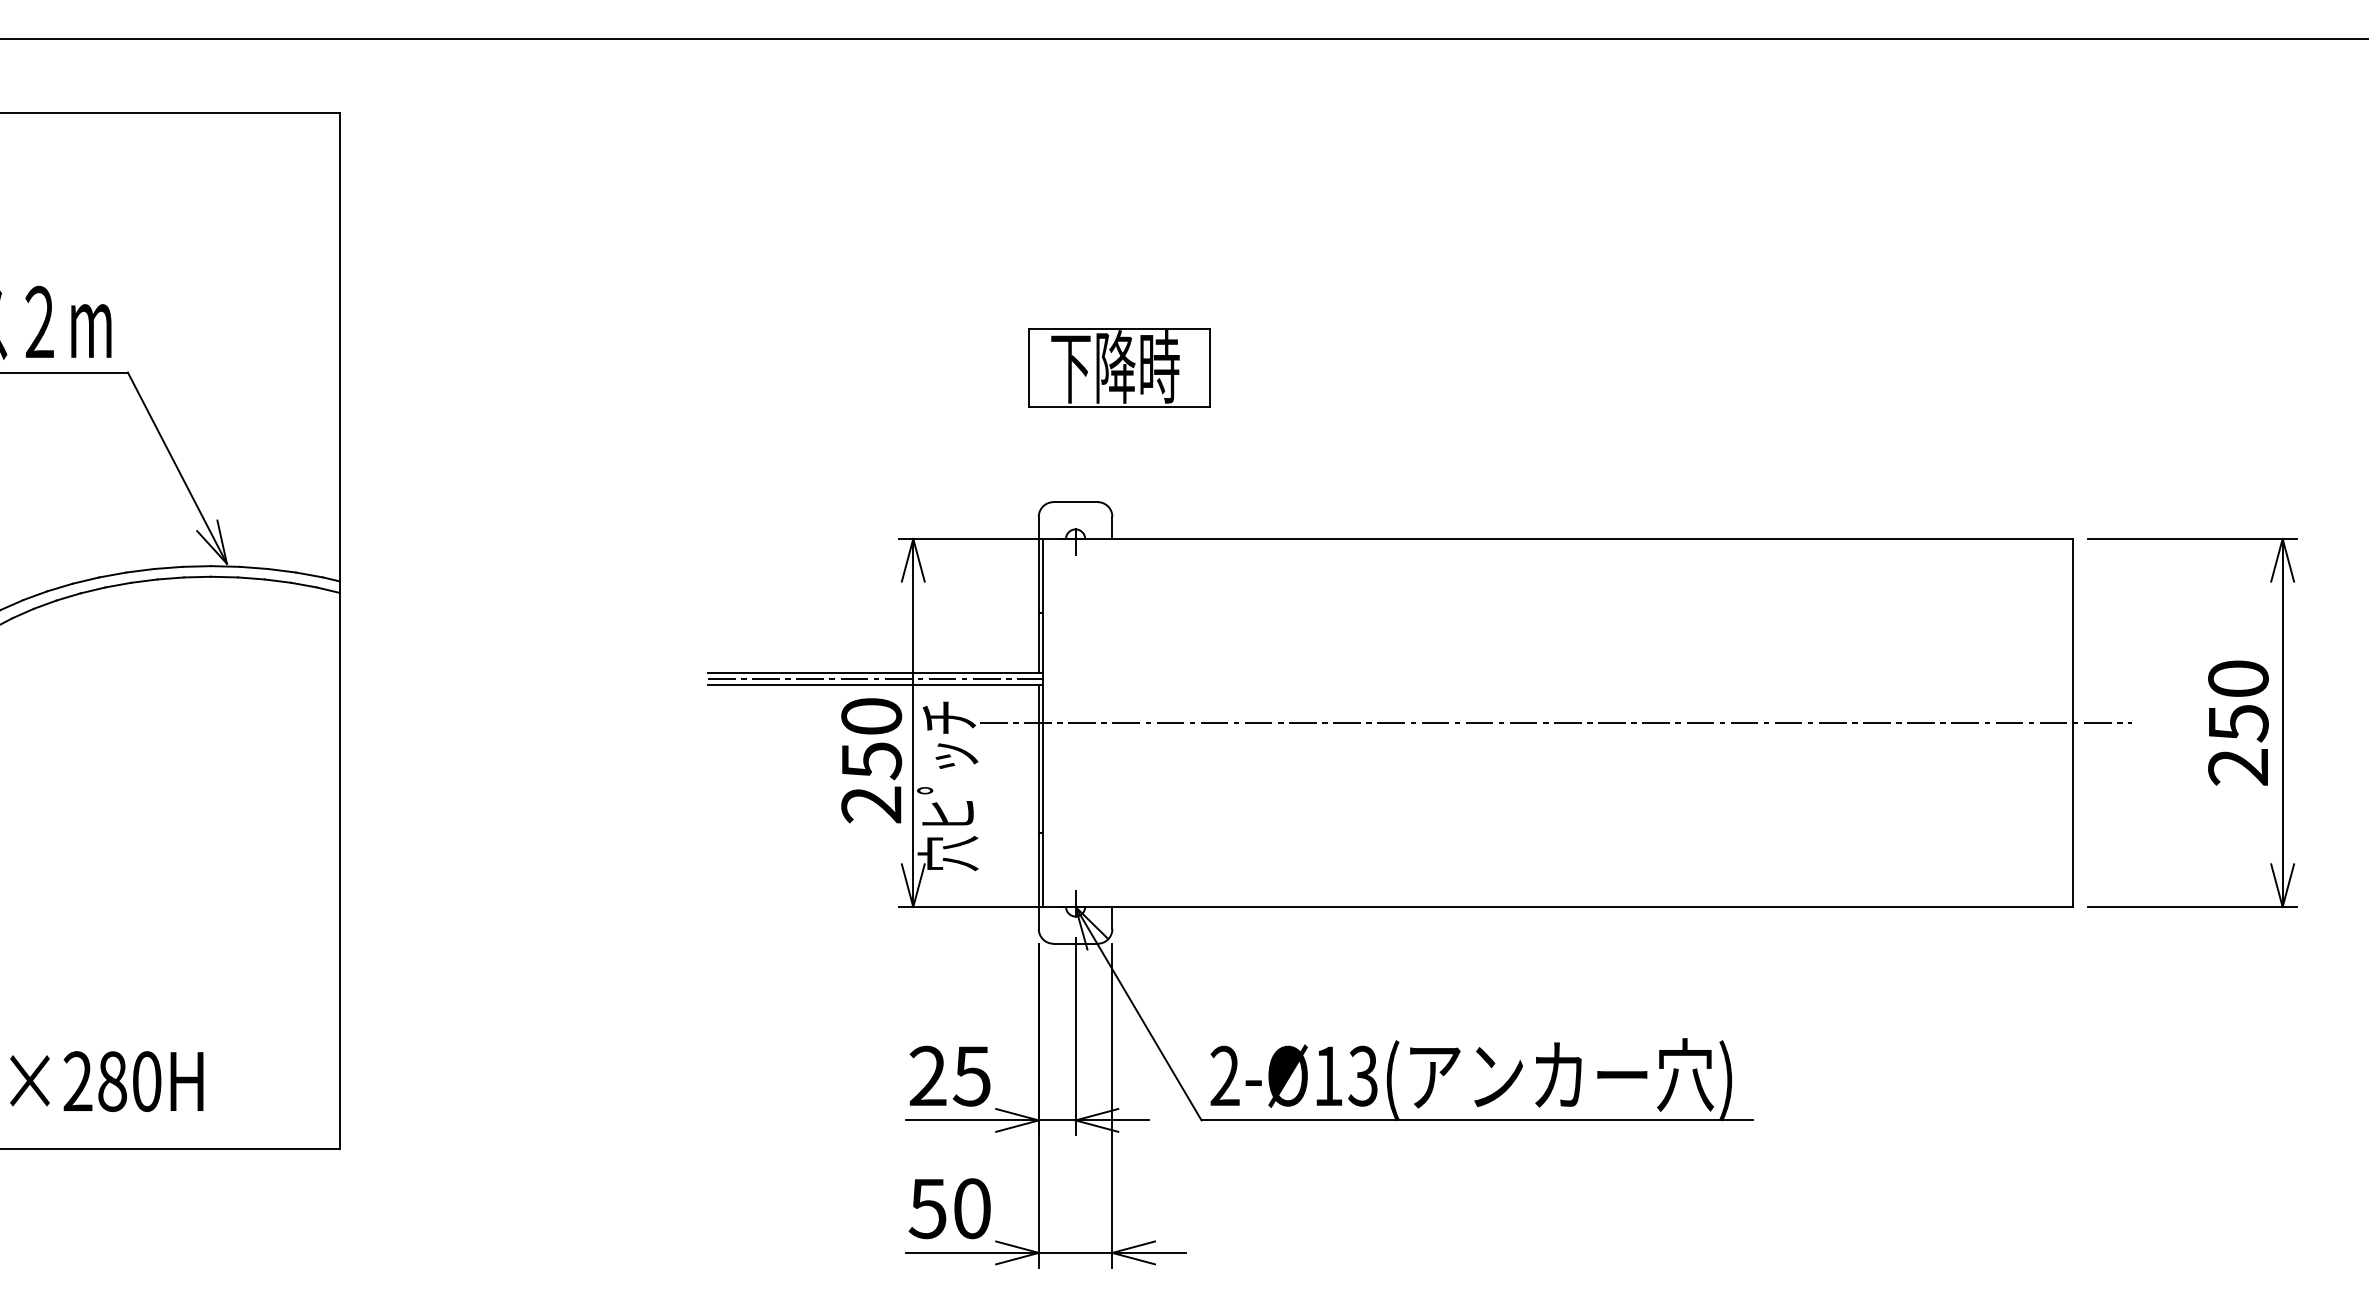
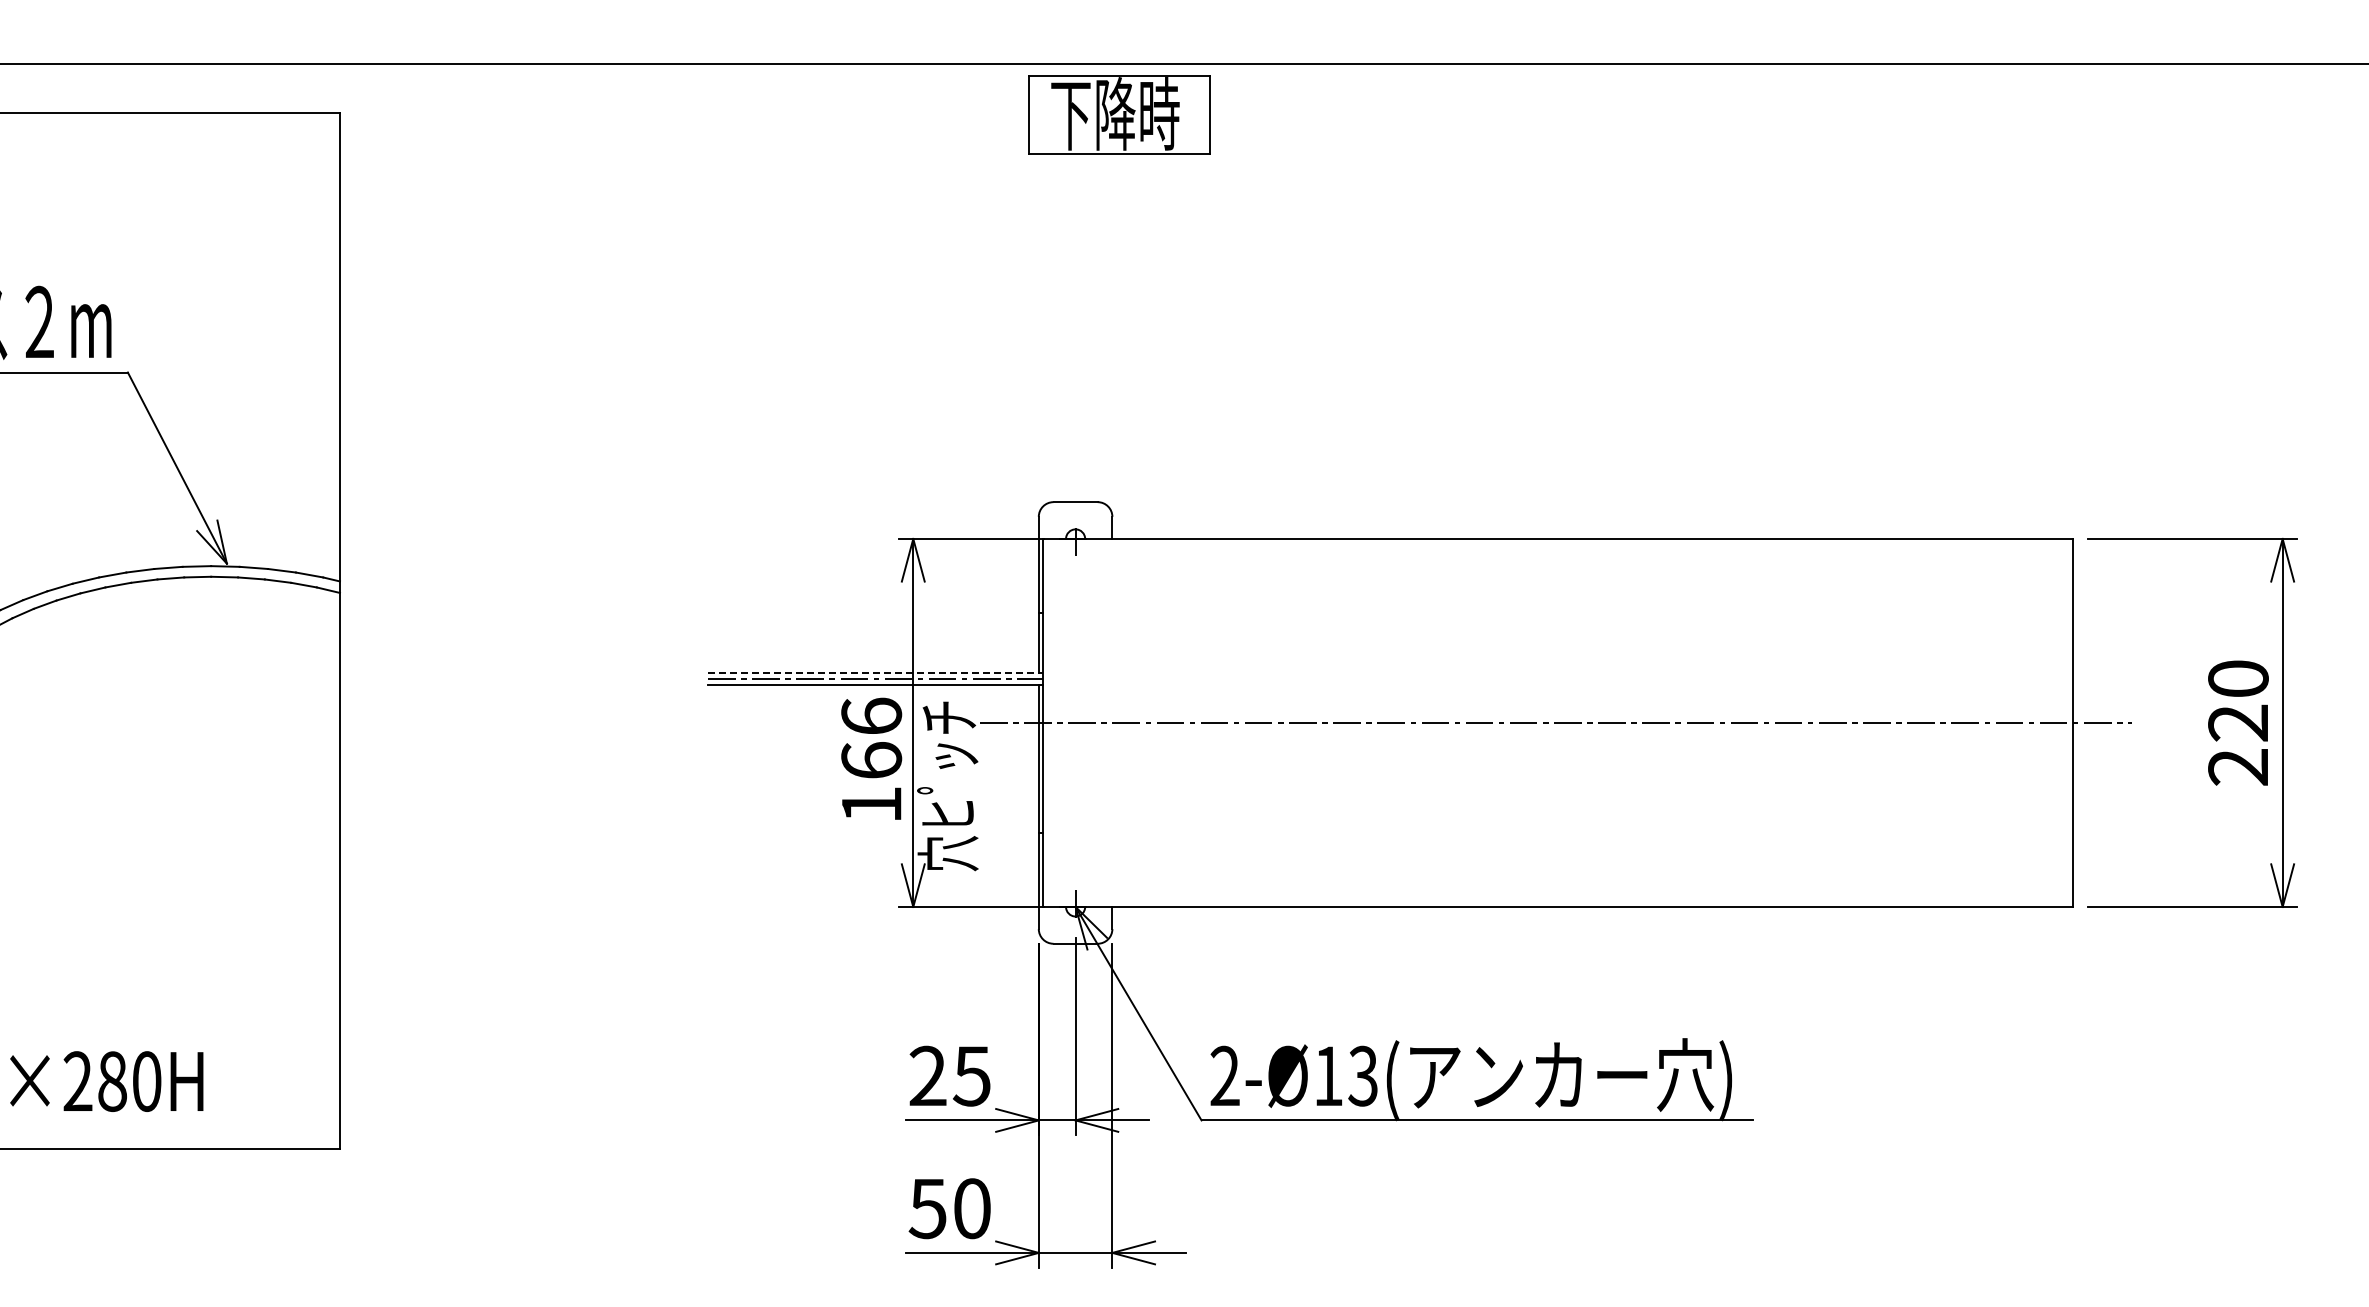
line at (1183, 39) position: (1183, 39) -> (1183, 64)
part at (1119, 367) position: (1119, 367) -> (1119, 114)
line at (875, 672): solid -> dashed
text at (2238, 723): 250 -> 220
text at (871, 760): 250 -> 166
